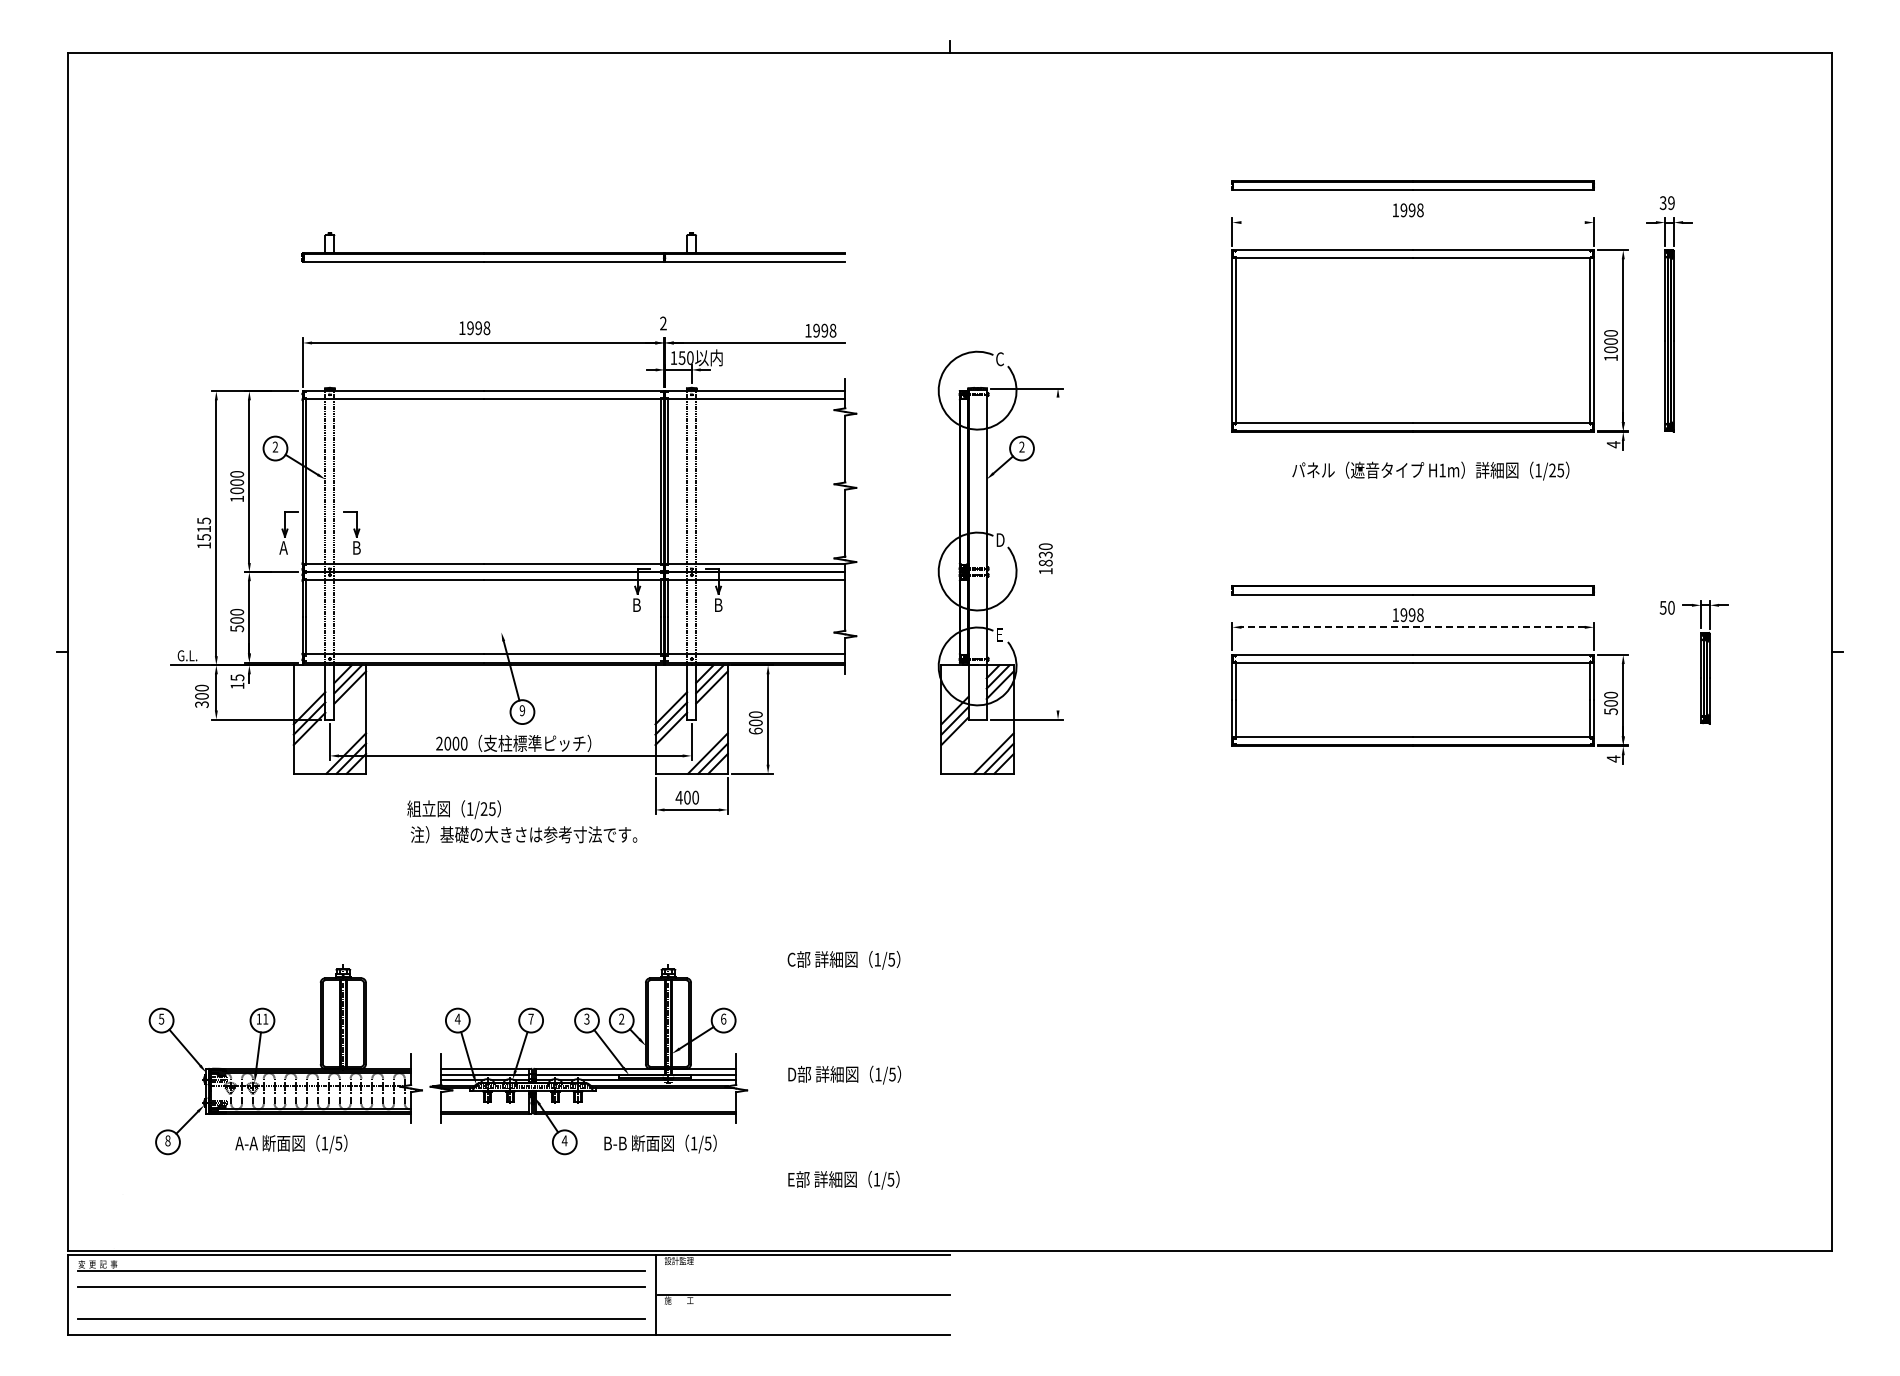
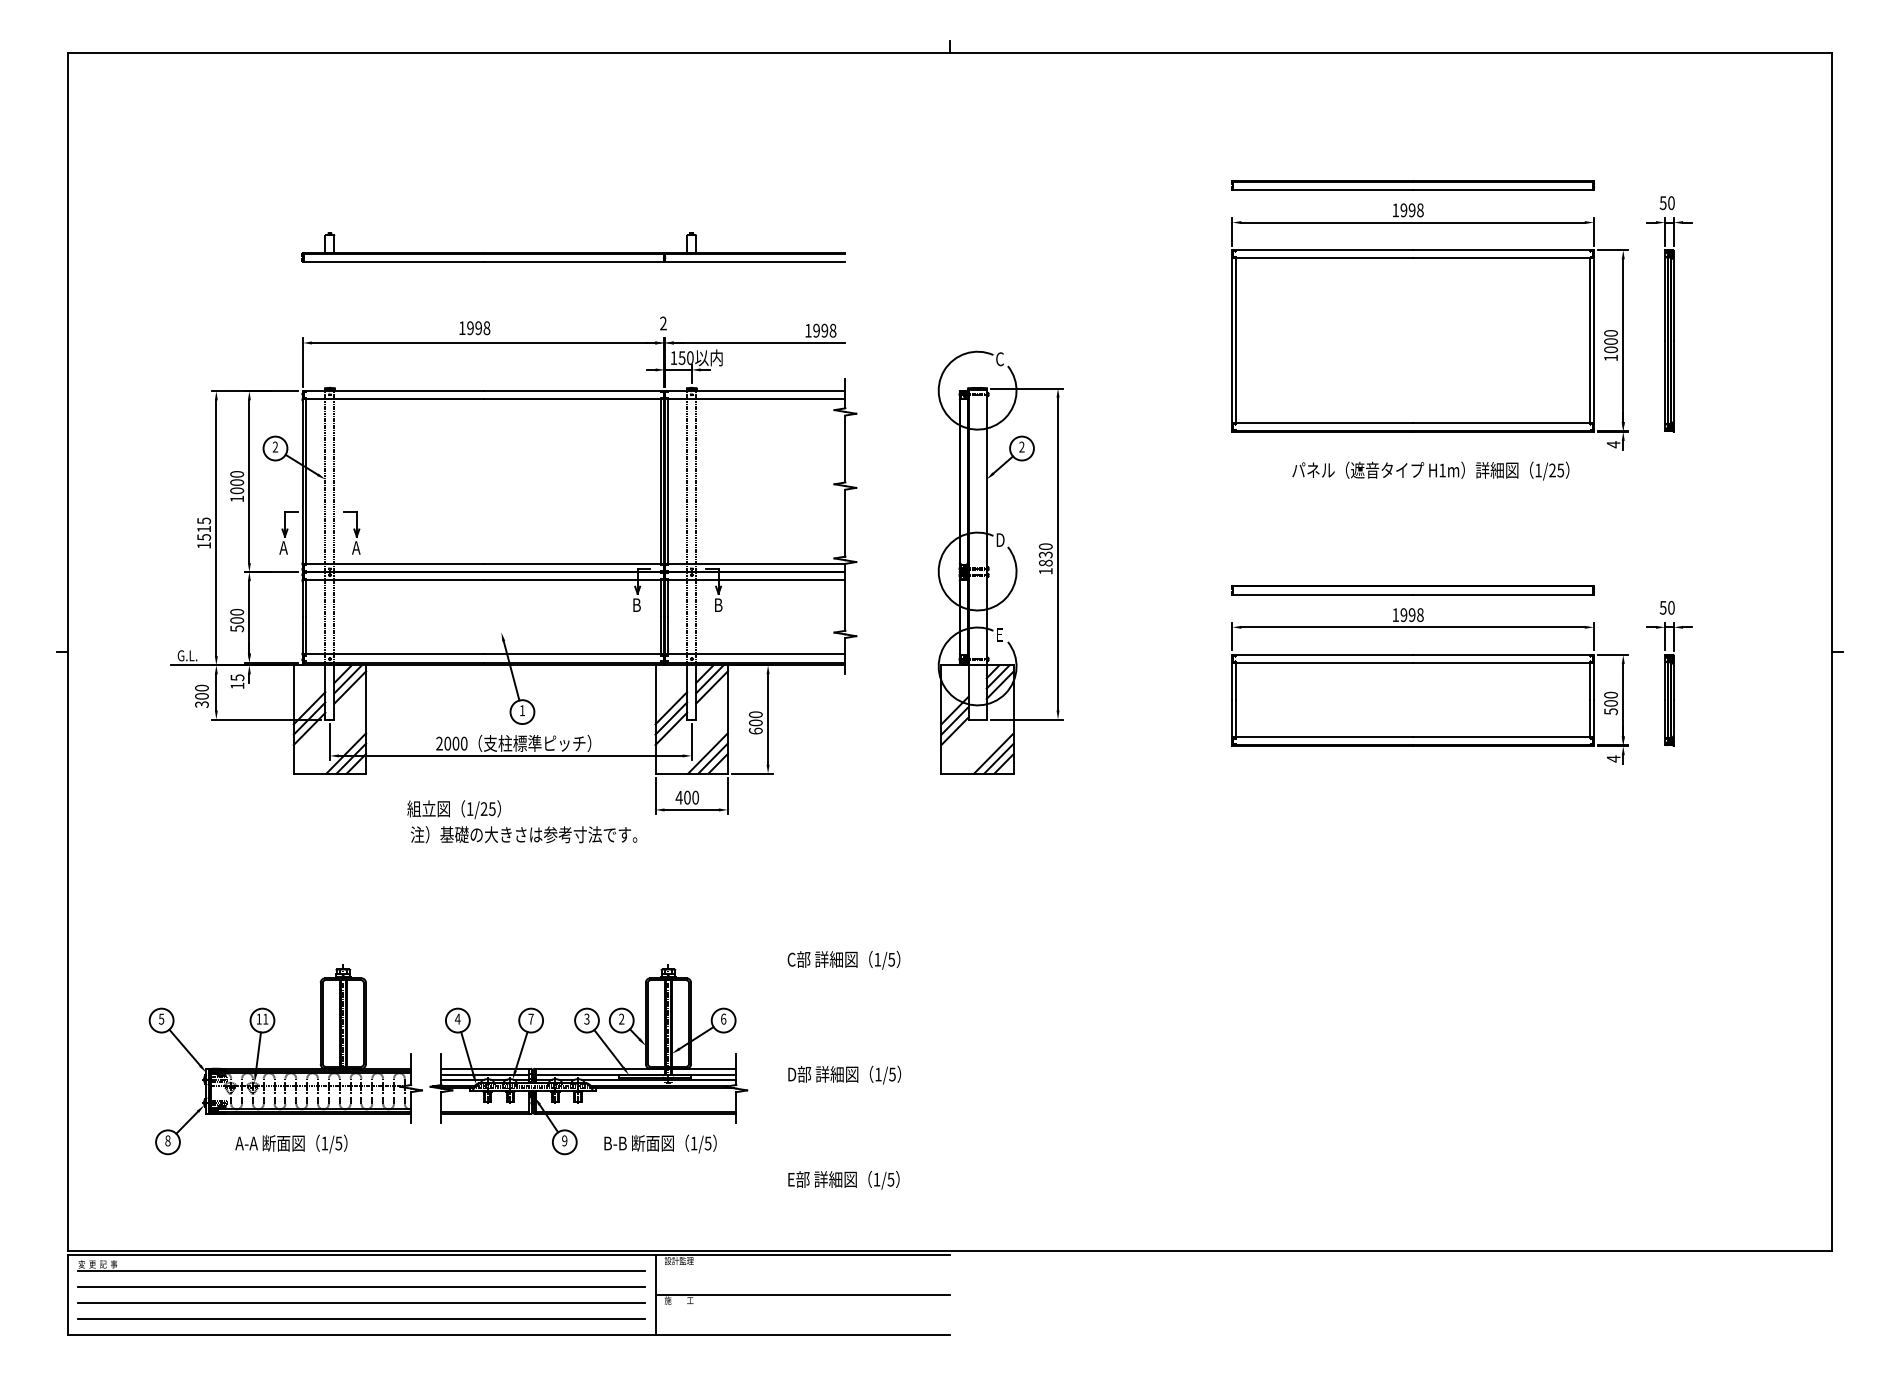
text at (1667, 202): 39 -> 50
line at (1412, 222): none -> present
text at (356, 547): B -> A
line at (1058, 553): none -> present
line at (1413, 627): dashed -> solid
part at (1705, 662) position: (1705, 662) -> (1669, 684)
text at (522, 710): 9 -> 1
text at (564, 1140): 4 -> 9
line at (360, 1302): none -> present
